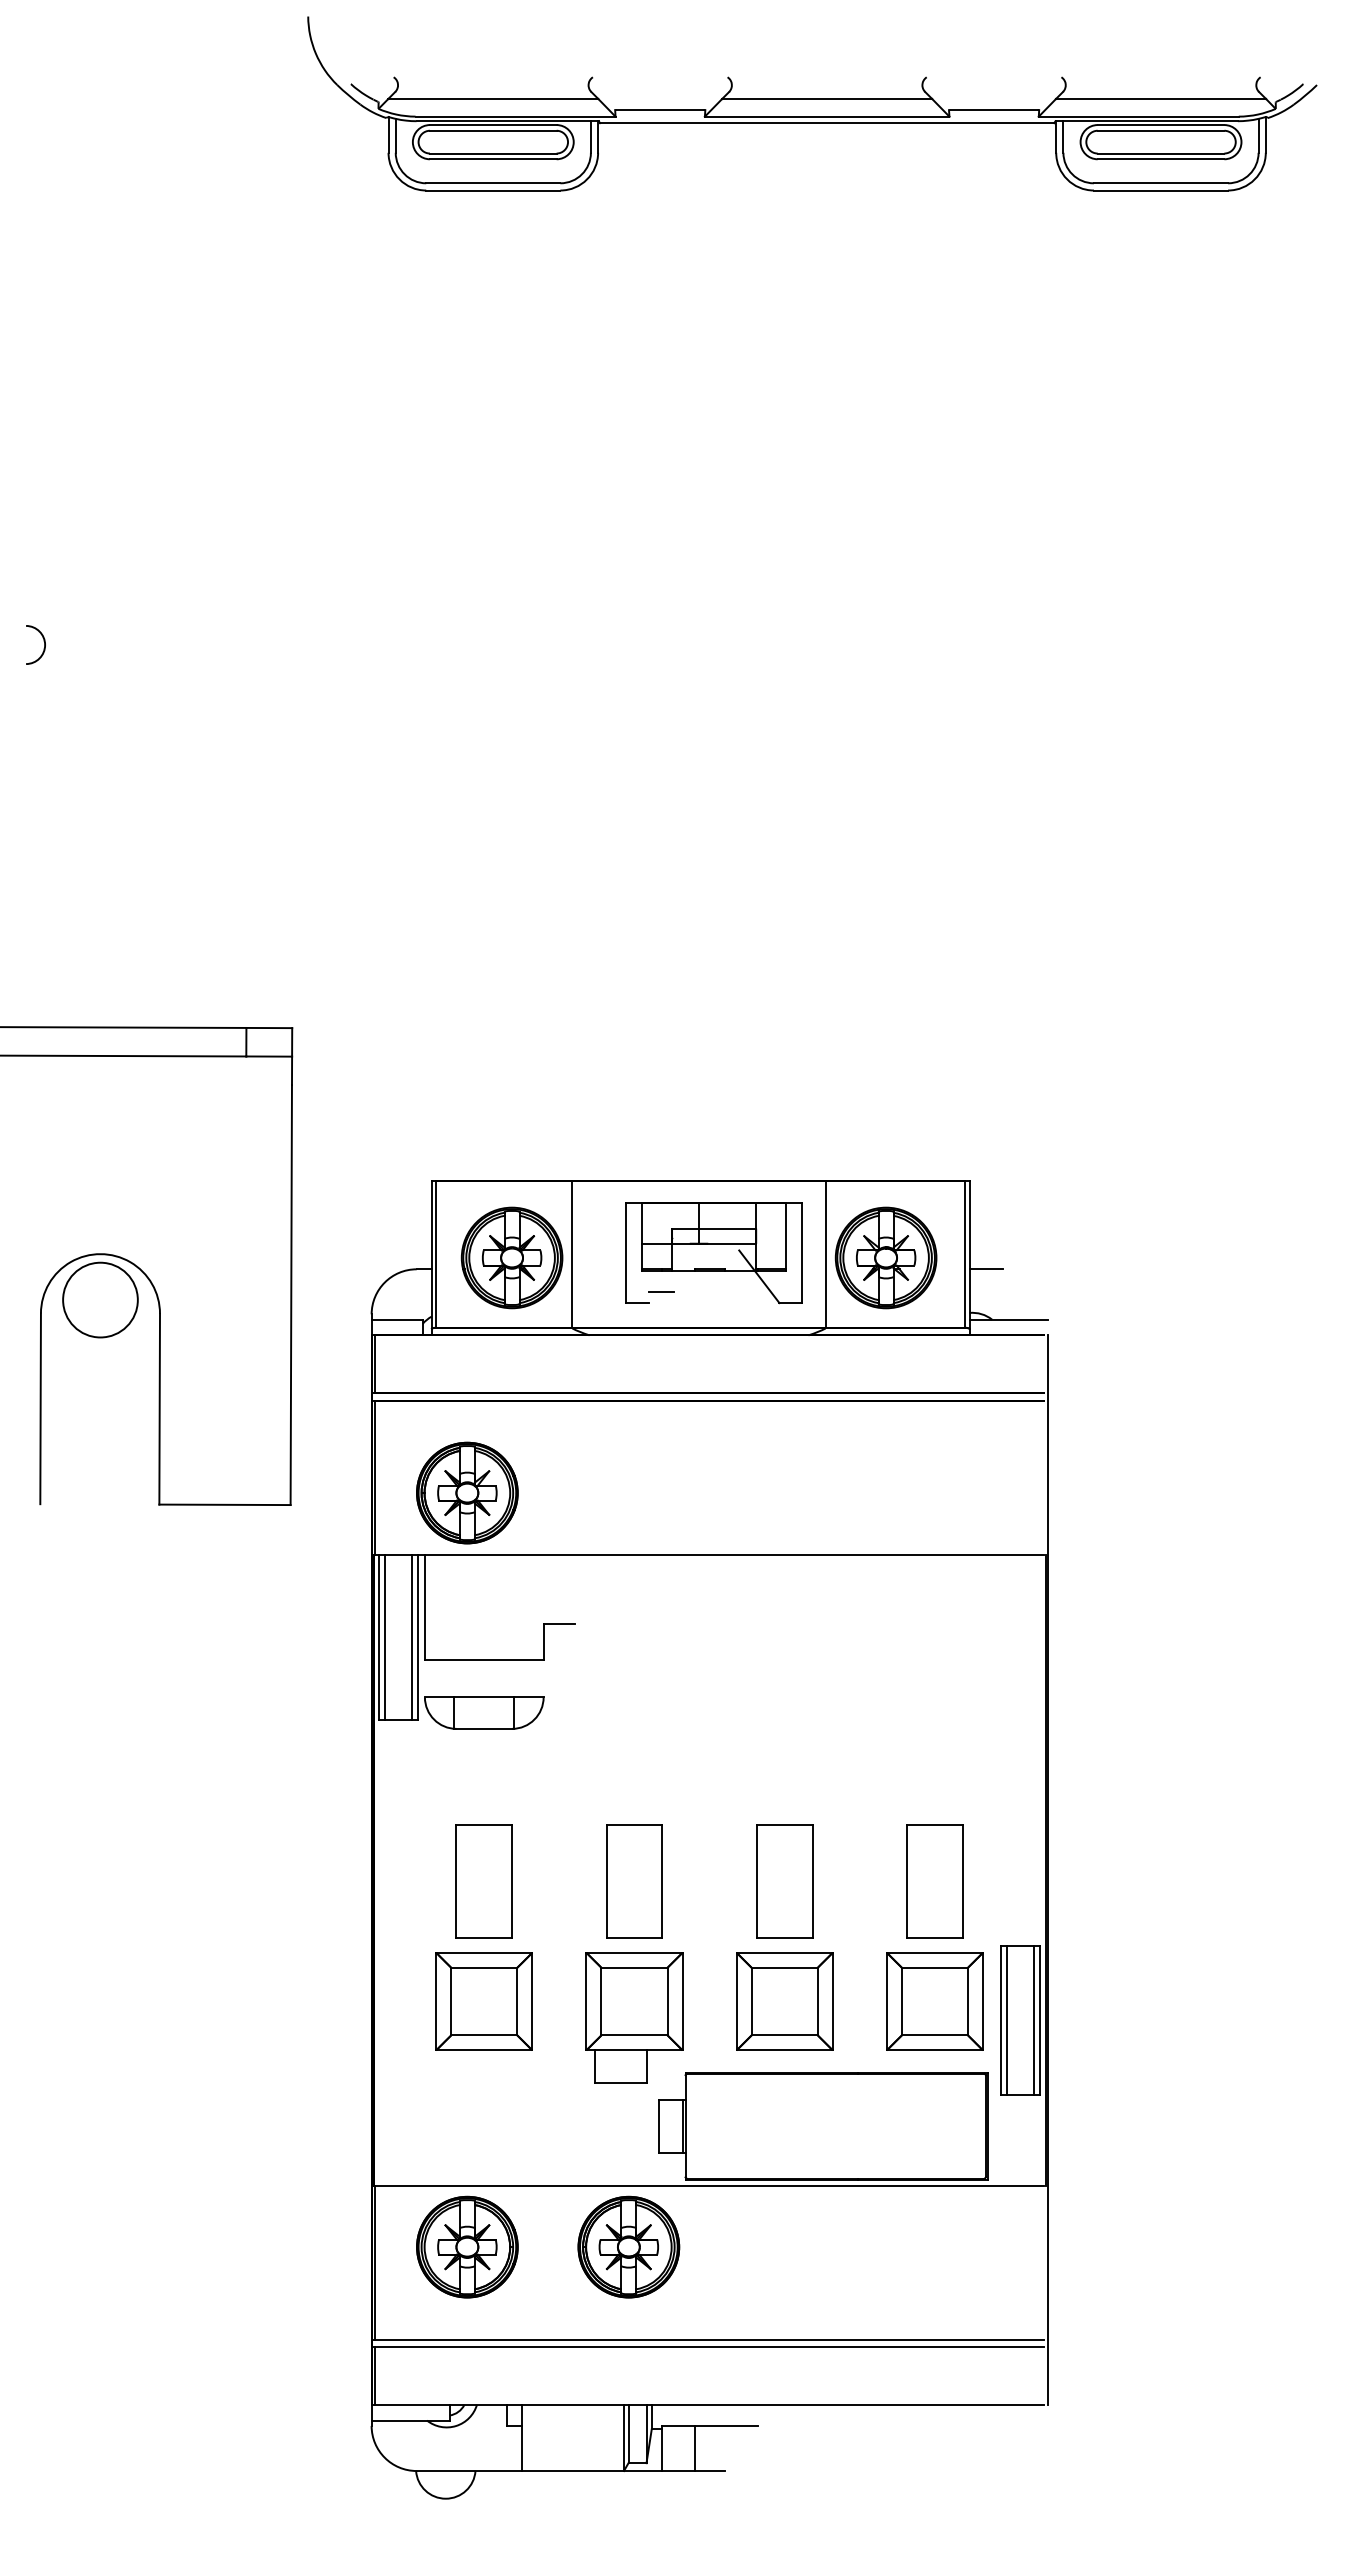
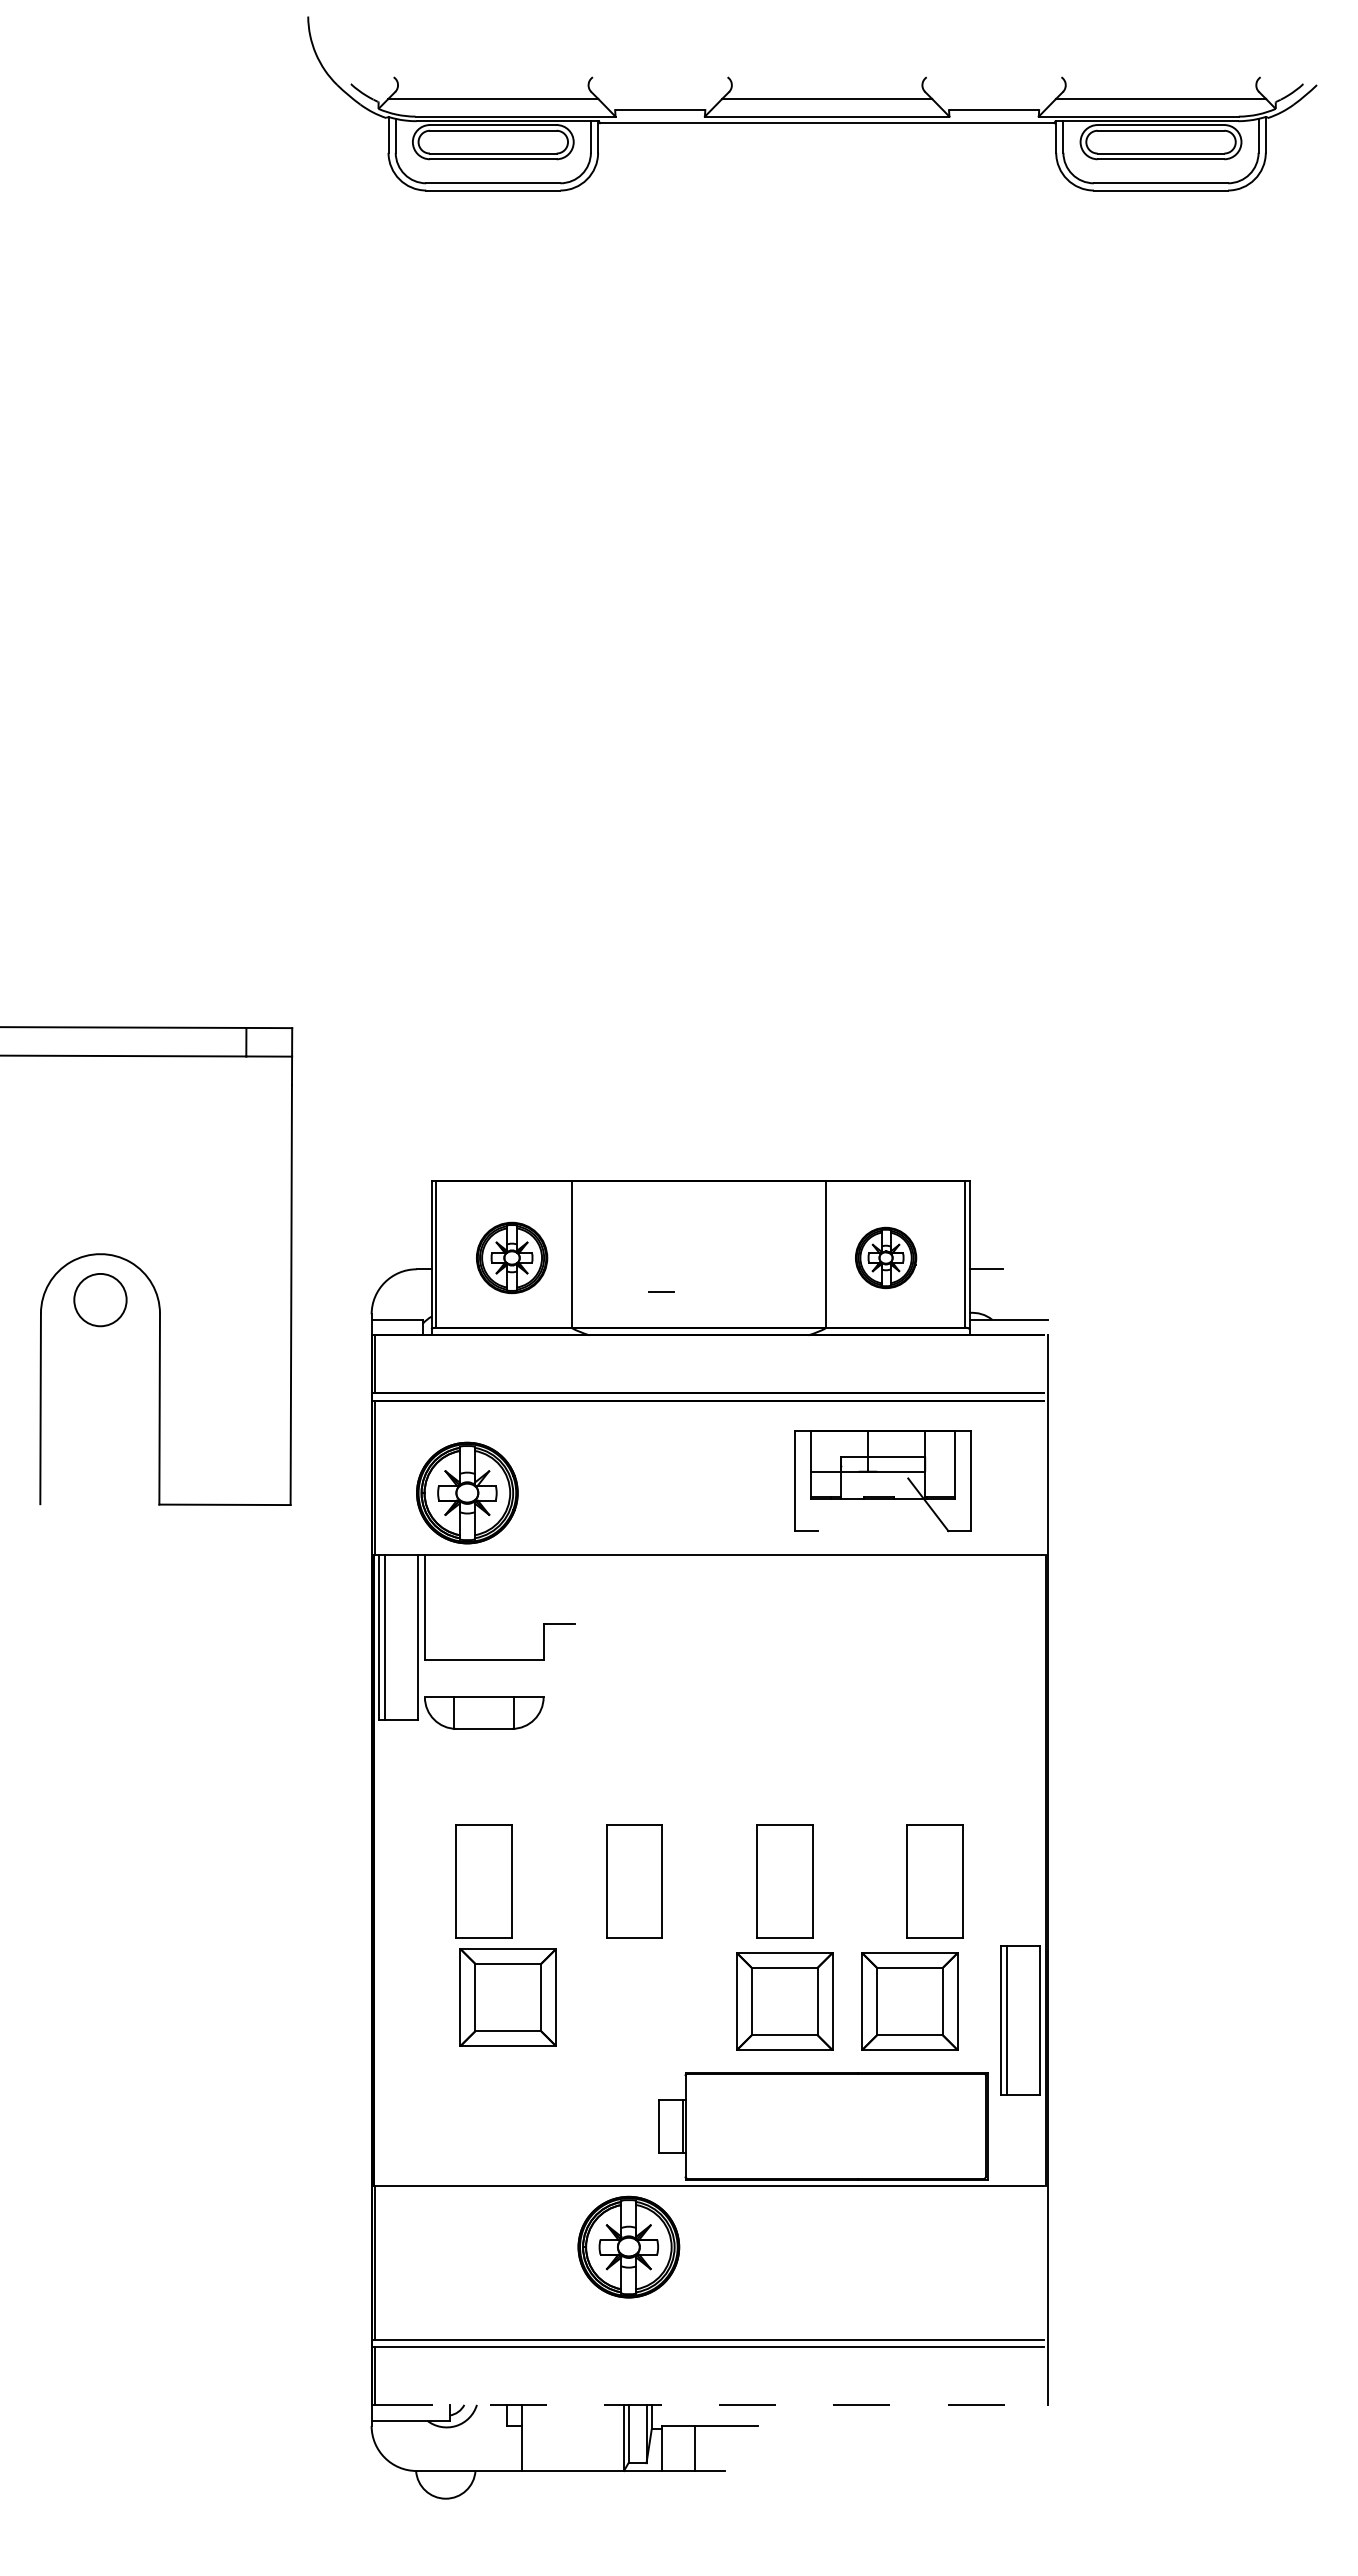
arc at (43, 641): present -> none
part at (713, 1253) position: (713, 1253) -> (882, 1481)
part at (511, 1257) size: 104x104 px -> 73x74 px
part at (885, 1257) size: 104x104 px -> 63x64 px
circle at (100, 1299) diameter: 75 px -> 52 px
line at (412, 1636): present -> none
part at (483, 2001) position: (483, 2001) -> (507, 1997)
part at (934, 2001) position: (934, 2001) -> (909, 2001)
part at (634, 2017): present -> none
line at (1034, 2020): present -> none
part at (467, 2246): present -> none
line at (710, 2404): solid -> dashed
